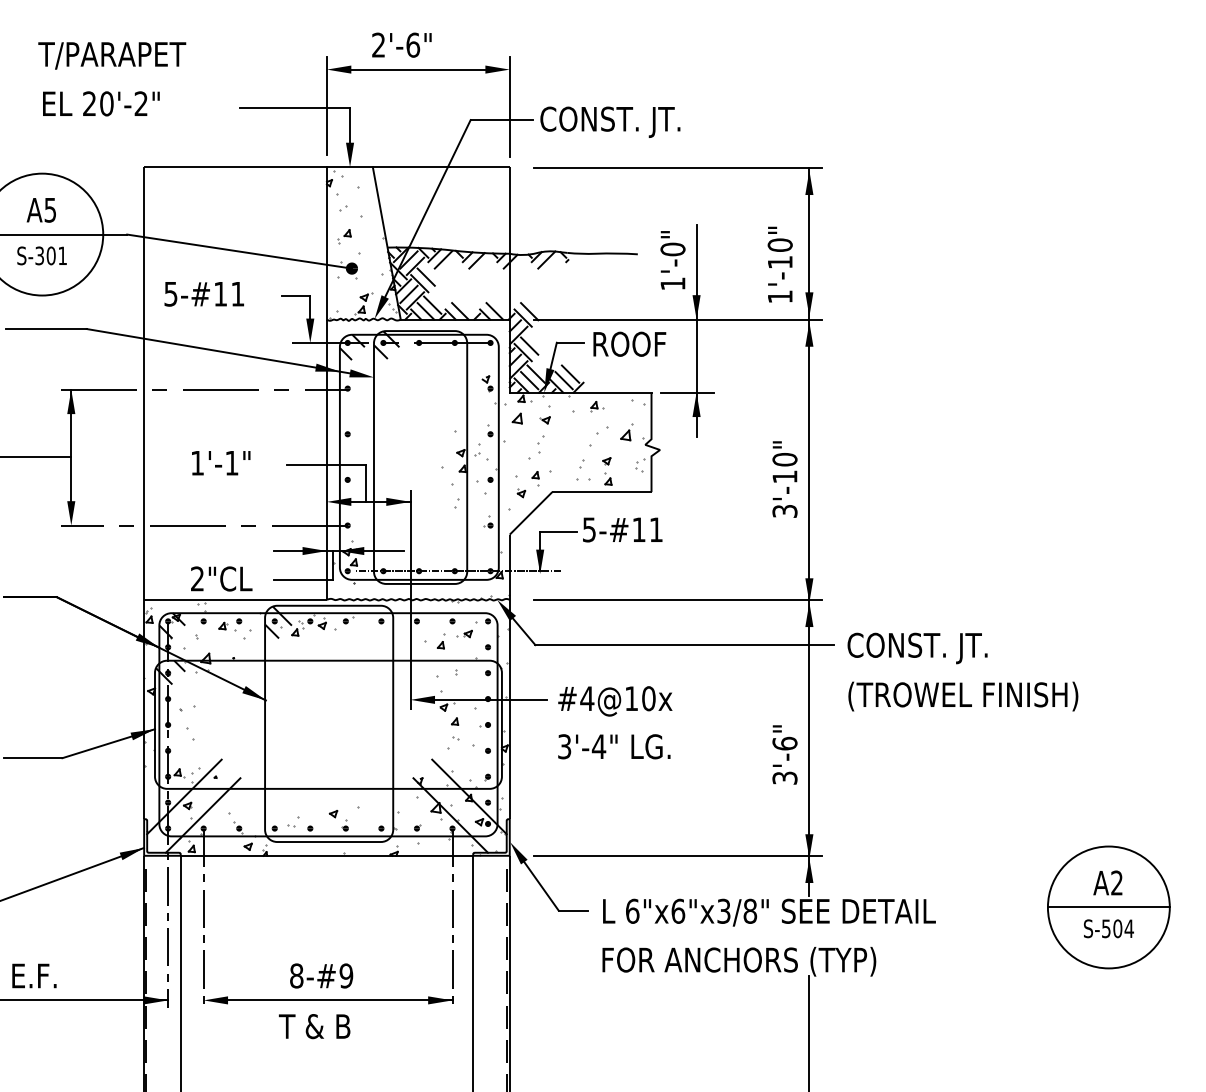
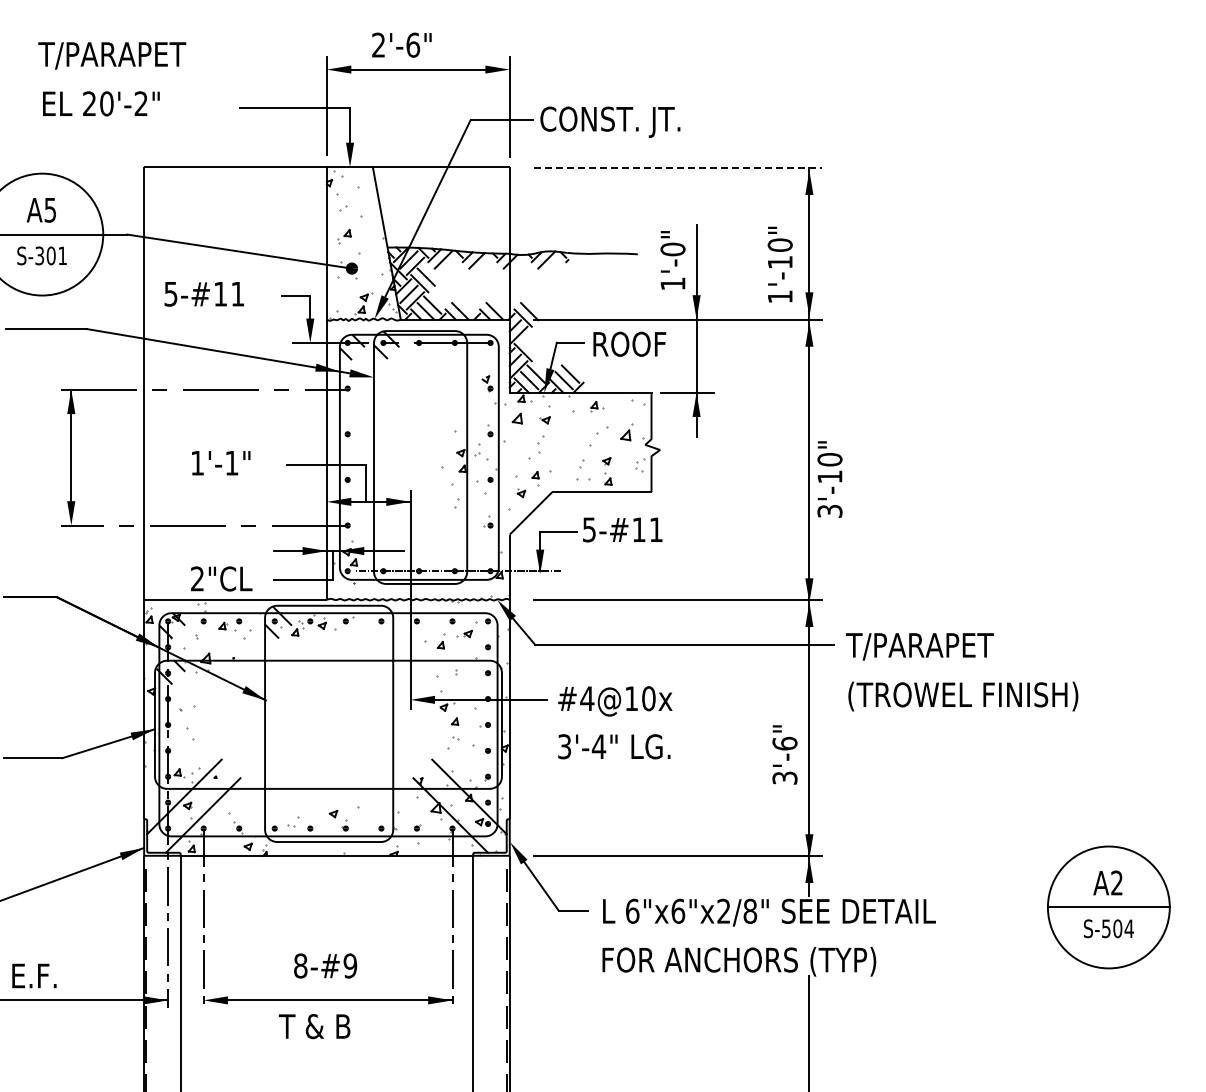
line at (677, 167): solid -> dashed
line at (529, 345): present -> none
line at (36, 456): present -> none
text at (784, 479) position: (784, 479) -> (829, 479)
text at (919, 648): CONST. JT. -> T/PARAPET
text at (723, 911): 6"x6"x3/8" -> 6"x6"x2/8"
text at (321, 975) position: (321, 975) -> (325, 965)
